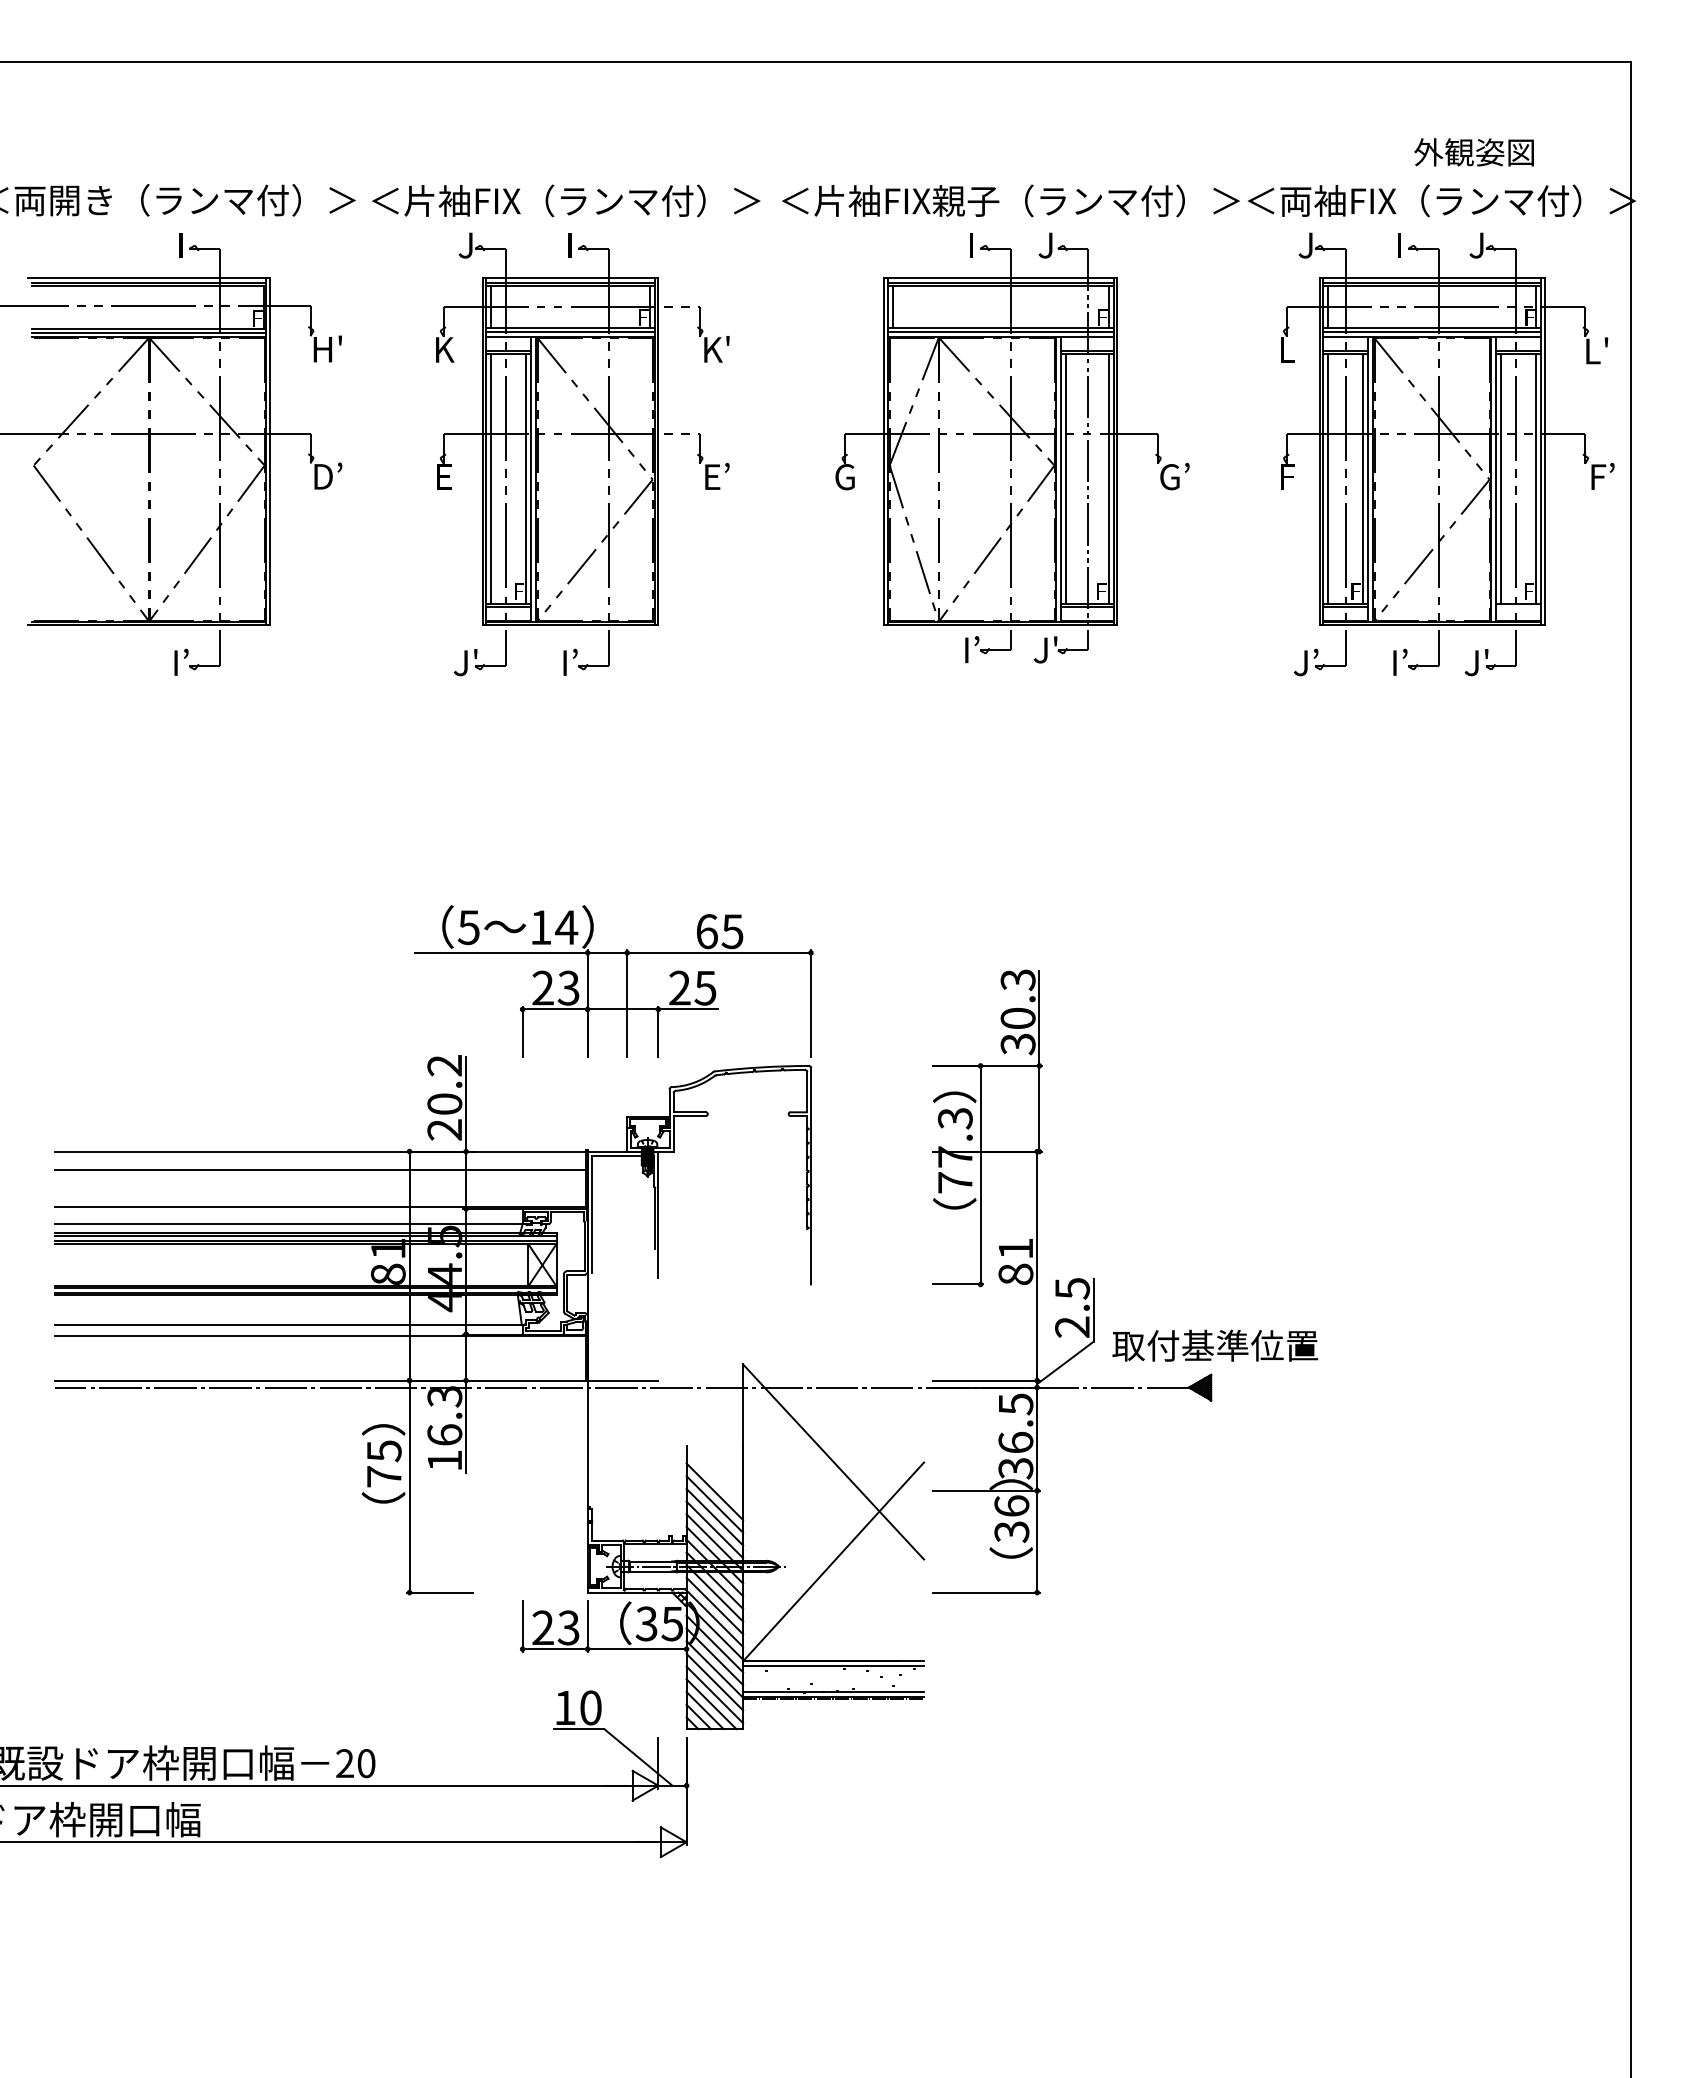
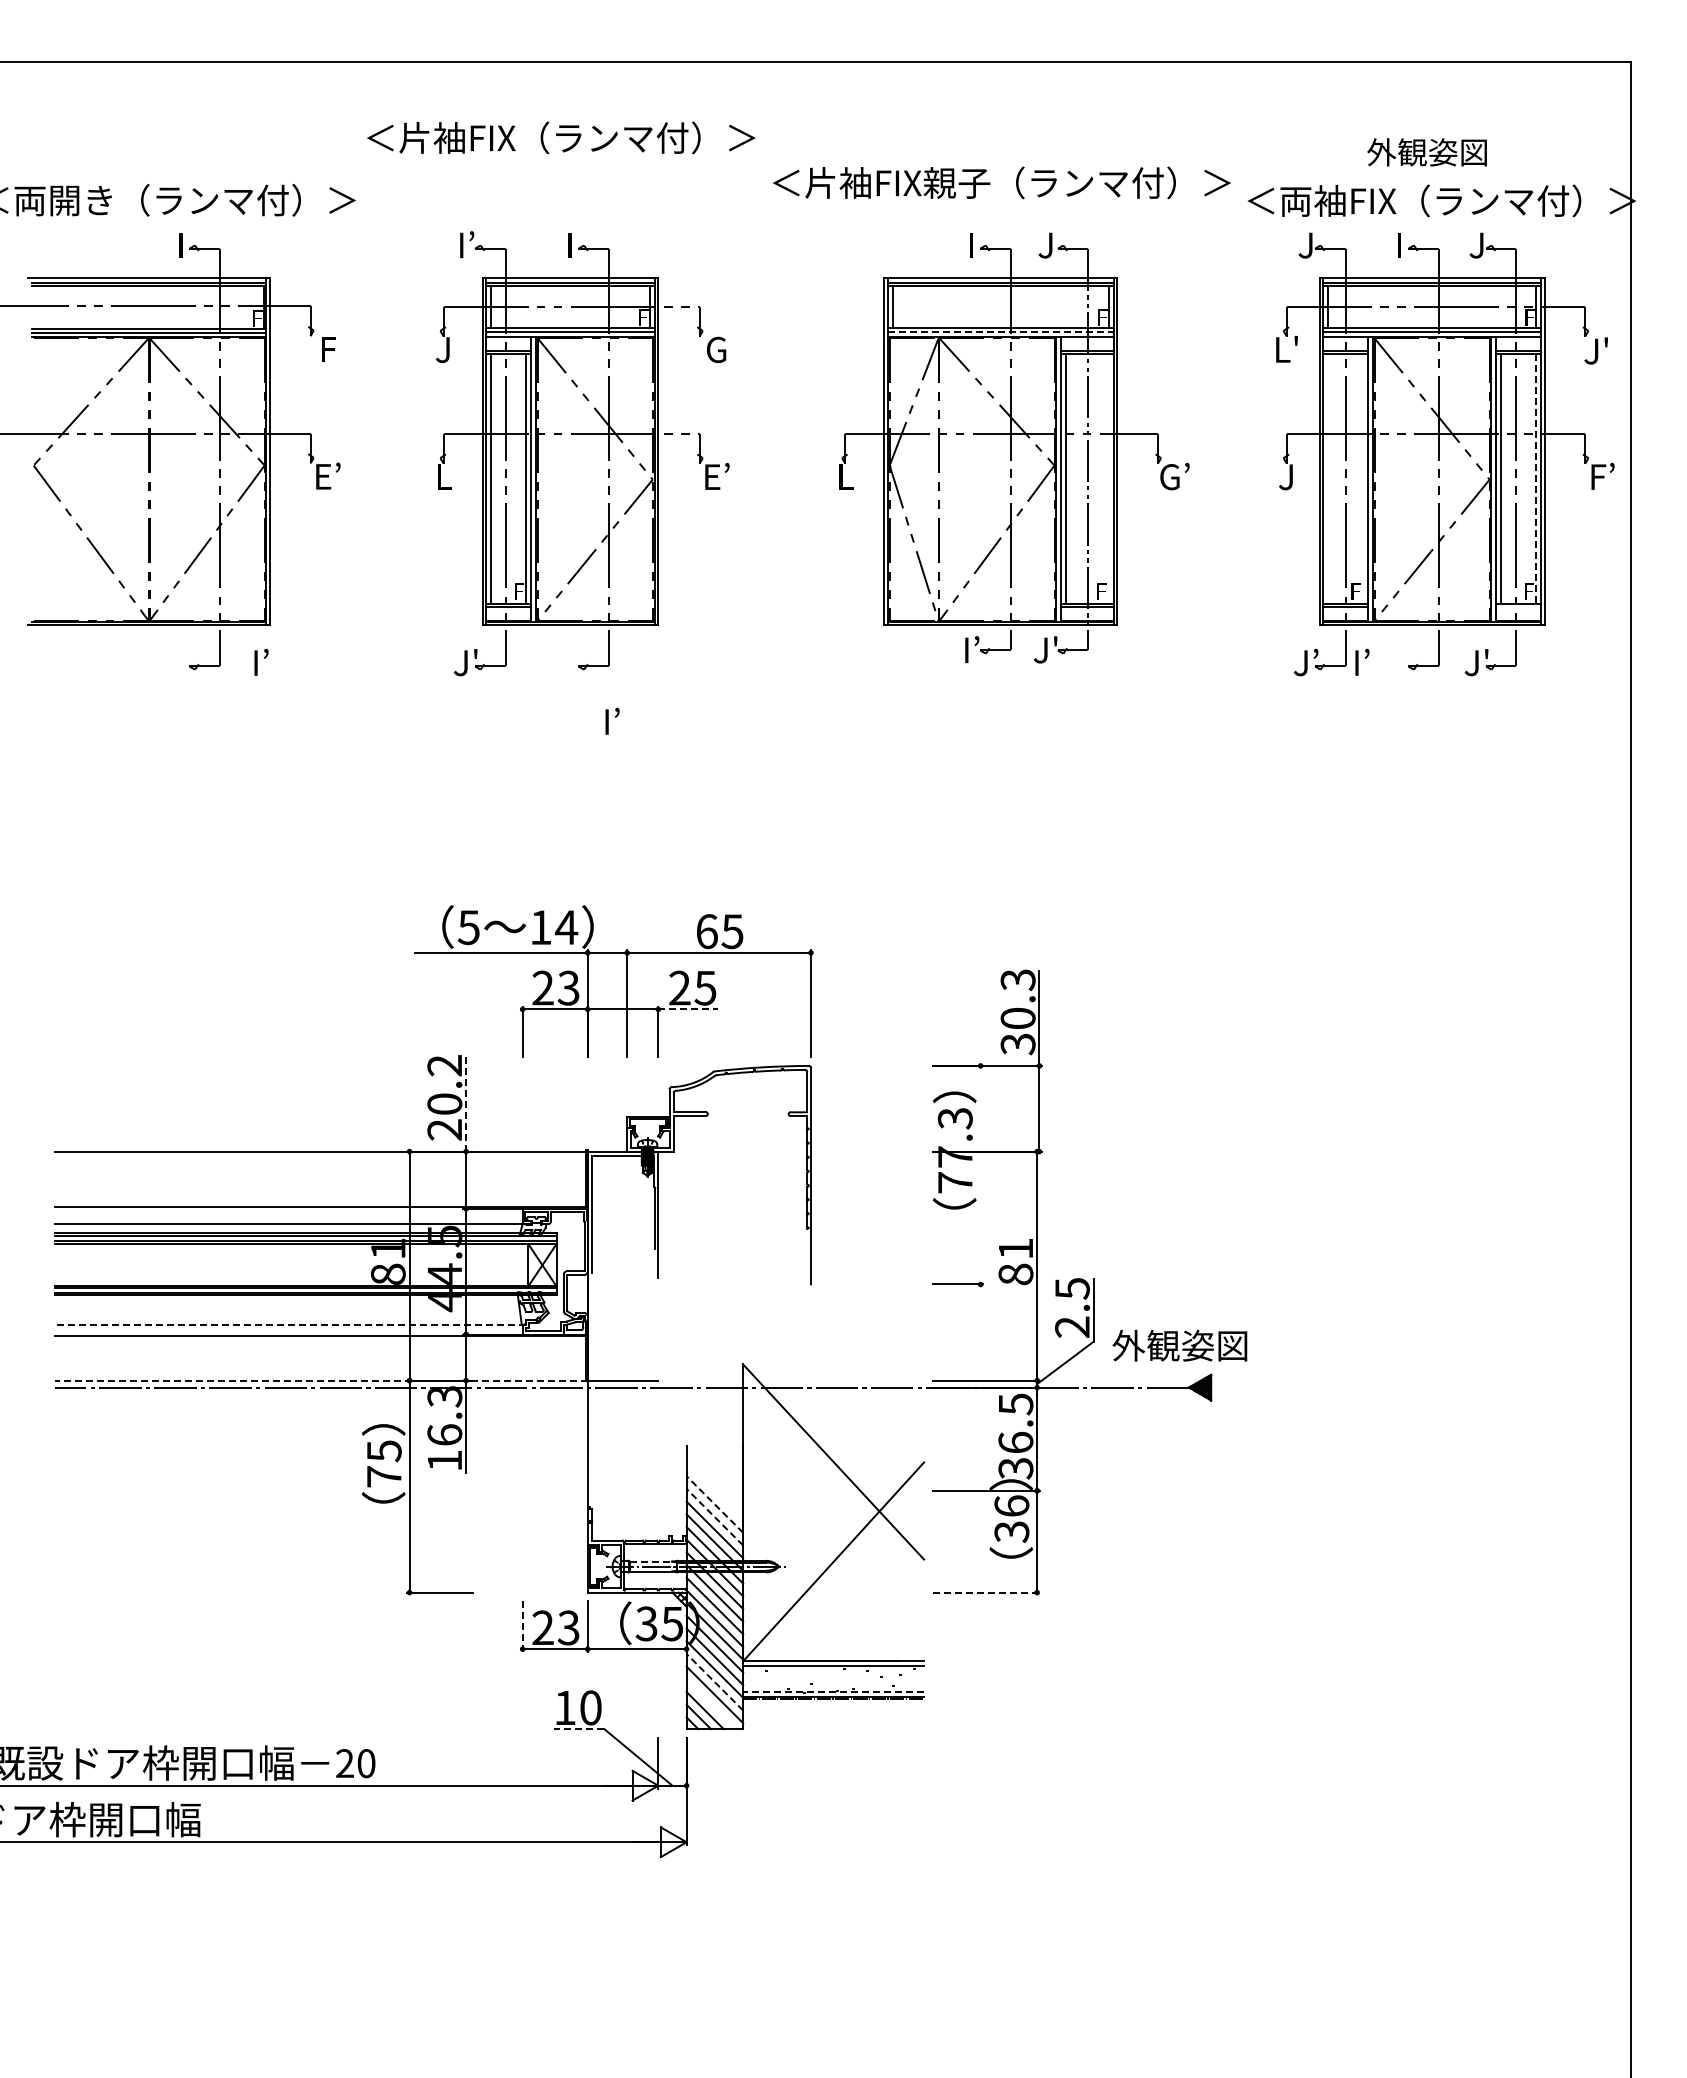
text at (1473, 152) position: (1473, 152) -> (1426, 152)
text at (566, 200) position: (566, 200) -> (561, 137)
text at (1010, 200) position: (1010, 200) -> (1001, 182)
text at (466, 244): J -> I’
line at (1000, 332): solid -> dashed
text at (327, 348): H' -> F
text at (716, 349): K' -> G
text at (1286, 349): L -> L'
text at (444, 350): K -> J
text at (1596, 351): L' -> J'
text at (328, 475): D’ -> E’
text at (444, 476): E -> L
text at (844, 477): G -> L
text at (1286, 477): F -> J
line at (1108, 478): present -> none
line at (1328, 478): present -> none
line at (1362, 478): present -> none
line at (1536, 479): solid -> dashed
text at (181, 661) position: (181, 661) -> (261, 661)
text at (570, 661) position: (570, 661) -> (612, 720)
text at (1400, 661) position: (1400, 661) -> (1362, 661)
line at (688, 1009): solid -> dashed
line at (466, 1103): solid -> dashed
line at (320, 1169): present -> none
line at (980, 1174): present -> none
line at (290, 1324): solid -> dashed
text at (1215, 1345): 取付基準位置 -> 外観姿図
line at (320, 1380): solid -> dashed
line at (714, 1491): present -> none
line at (714, 1504): solid -> dashed
line at (714, 1517): solid -> dashed
line at (651, 1561): solid -> dashed
line at (986, 1592): solid -> dashed
line at (522, 1627): solid -> dashed
line at (714, 1682): solid -> dashed
line at (833, 1692): solid -> dashed
line at (711, 1704): present -> none
line at (578, 1729): solid -> dashed
